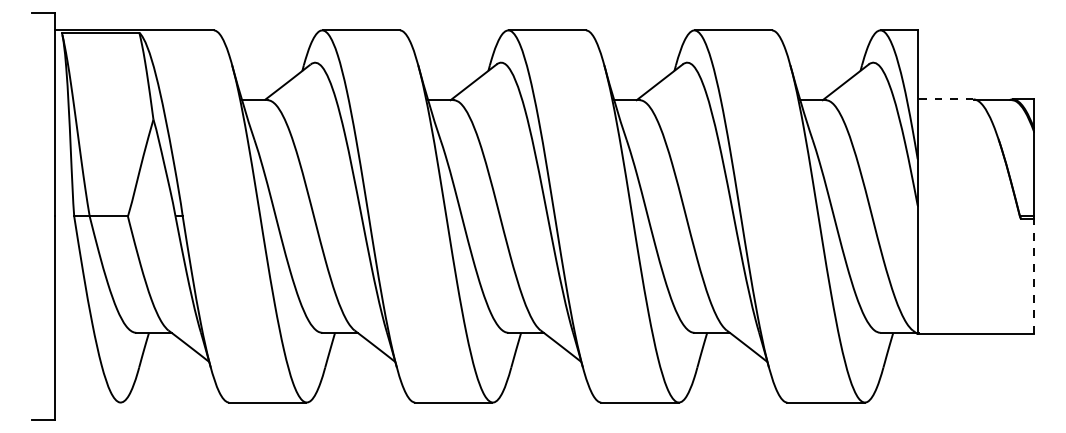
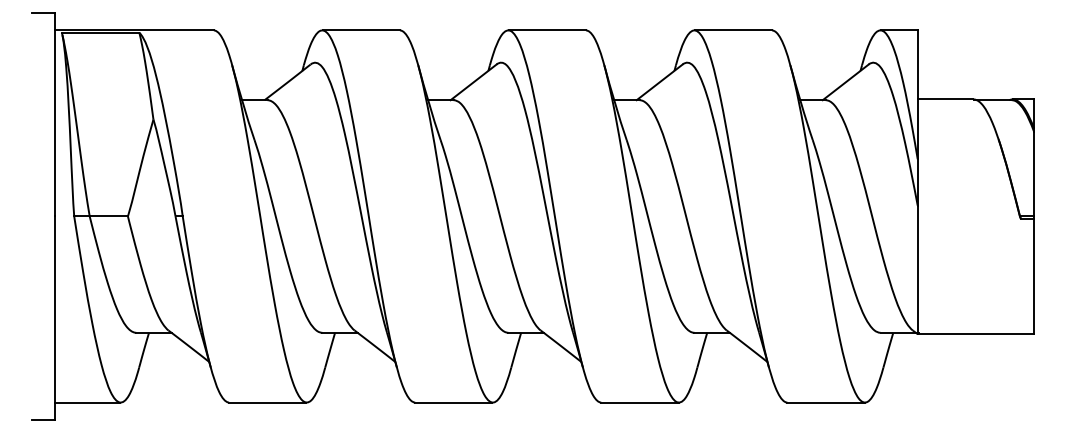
line at (945, 99): dashed -> solid
line at (1034, 275): dashed -> solid
line at (87, 402): none -> present
